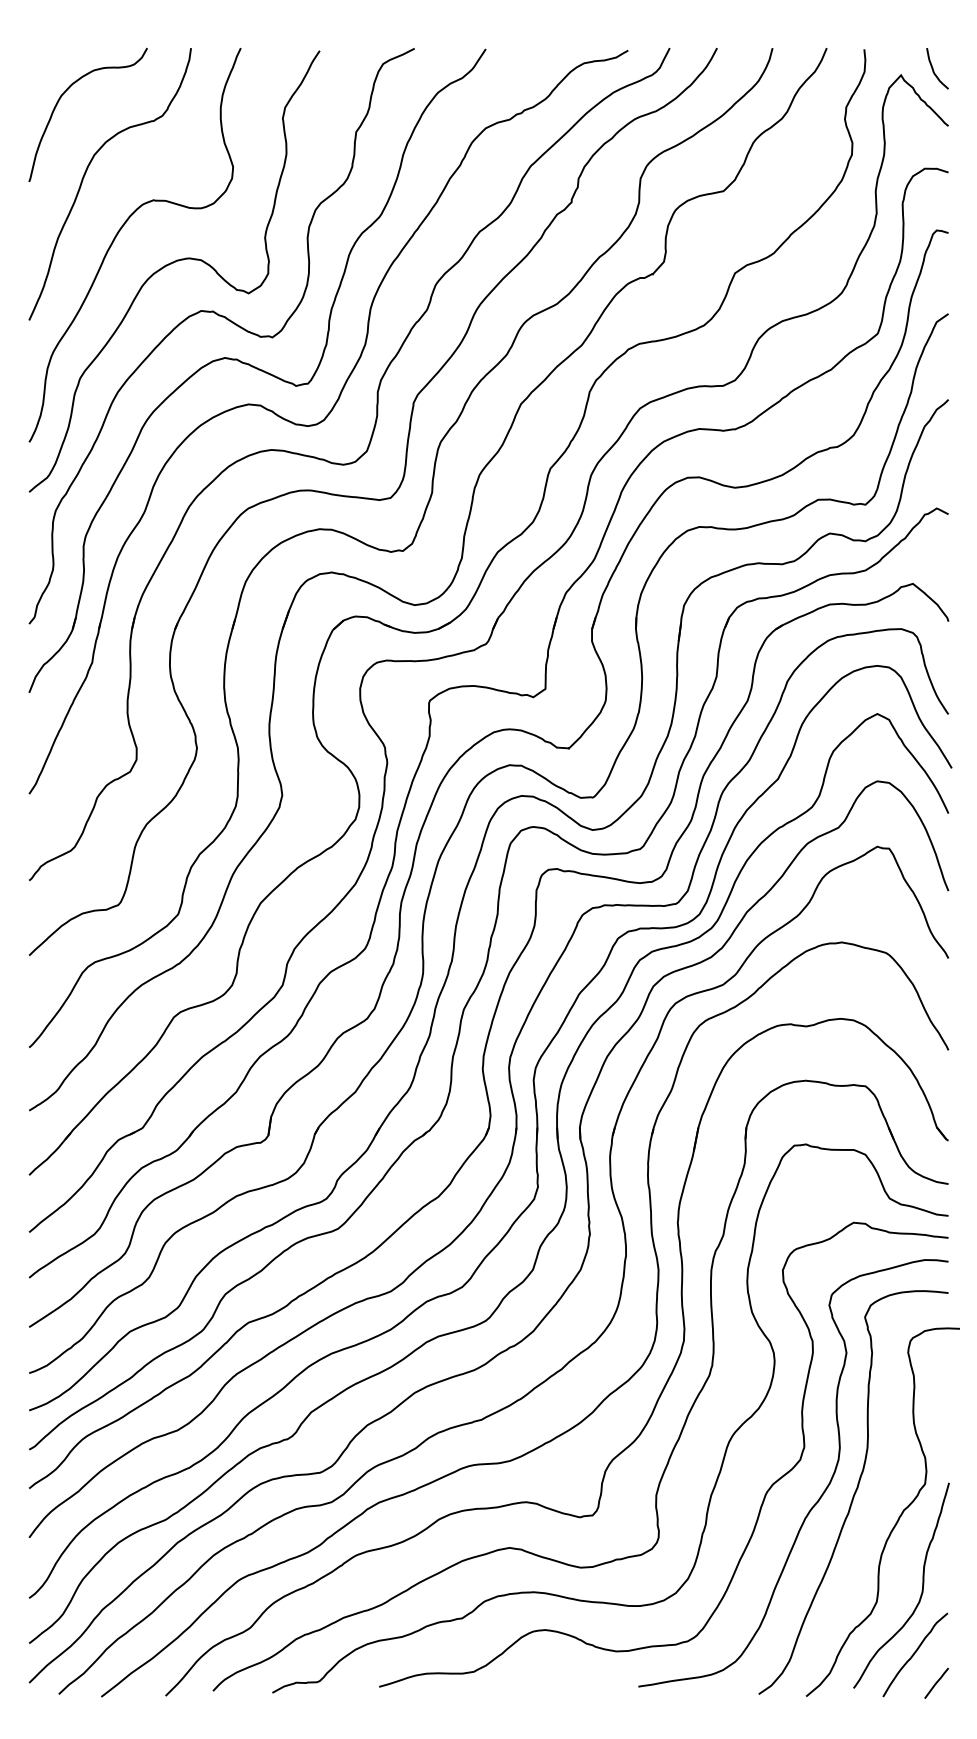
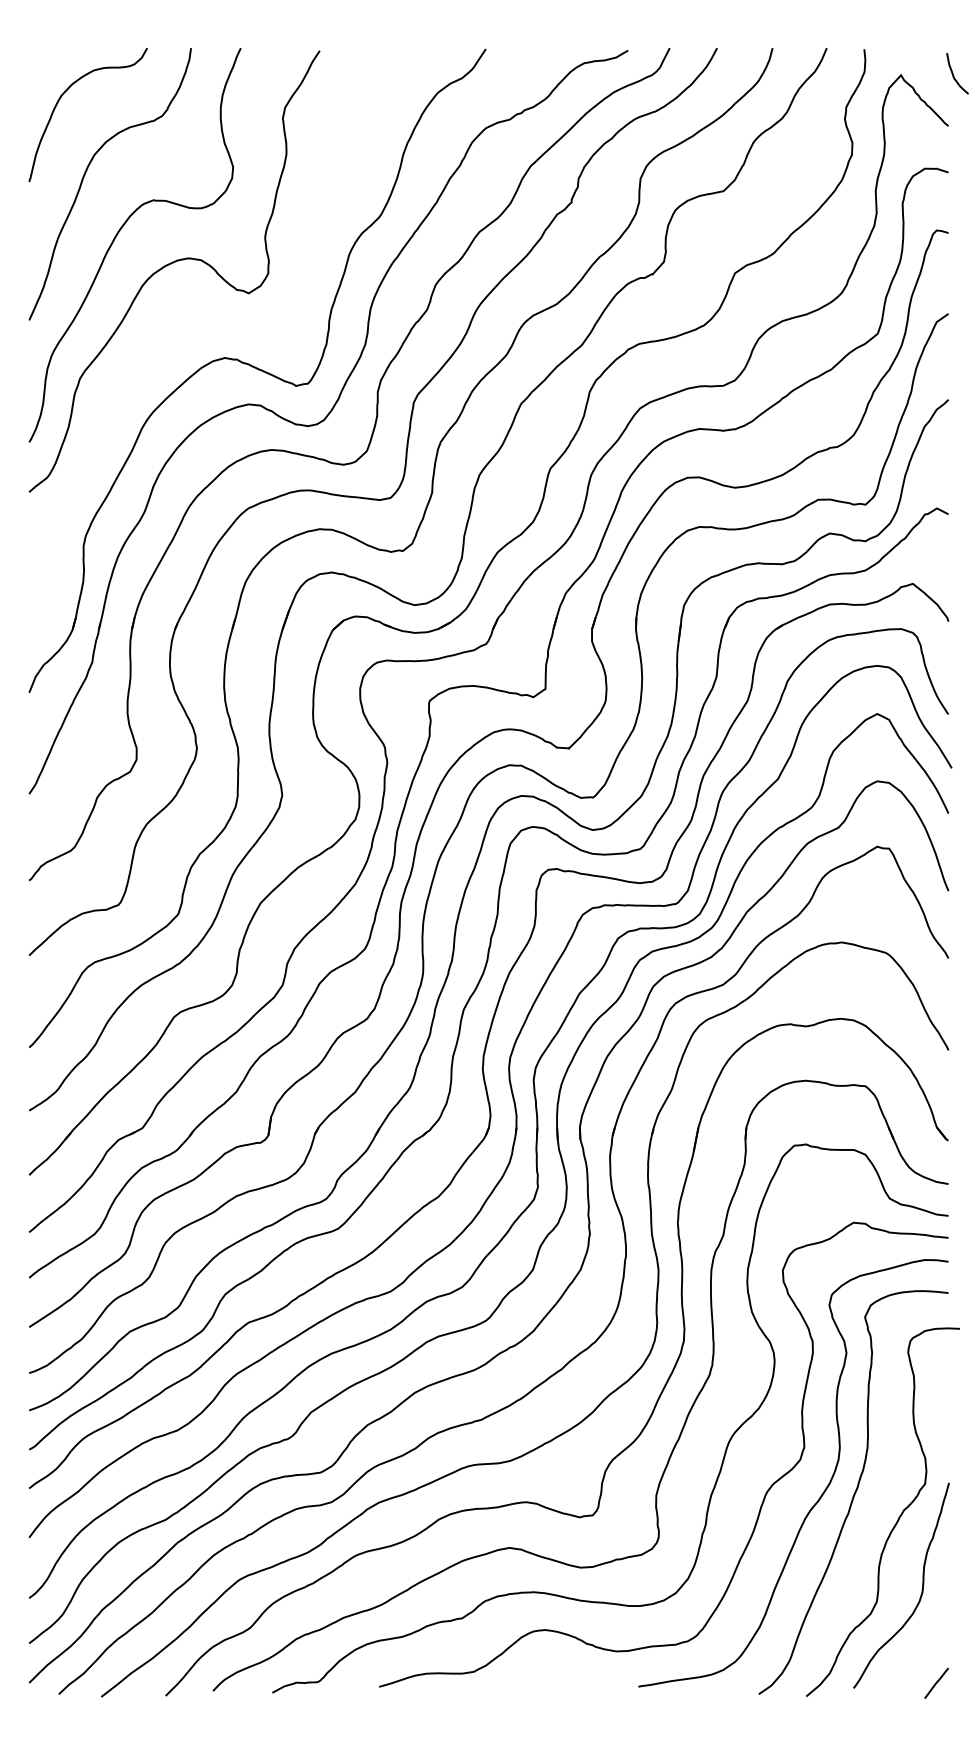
curve at (934, 70) position: (934, 70) -> (954, 75)
curve at (230, 322): present -> none
curve at (915, 1653): present -> none
